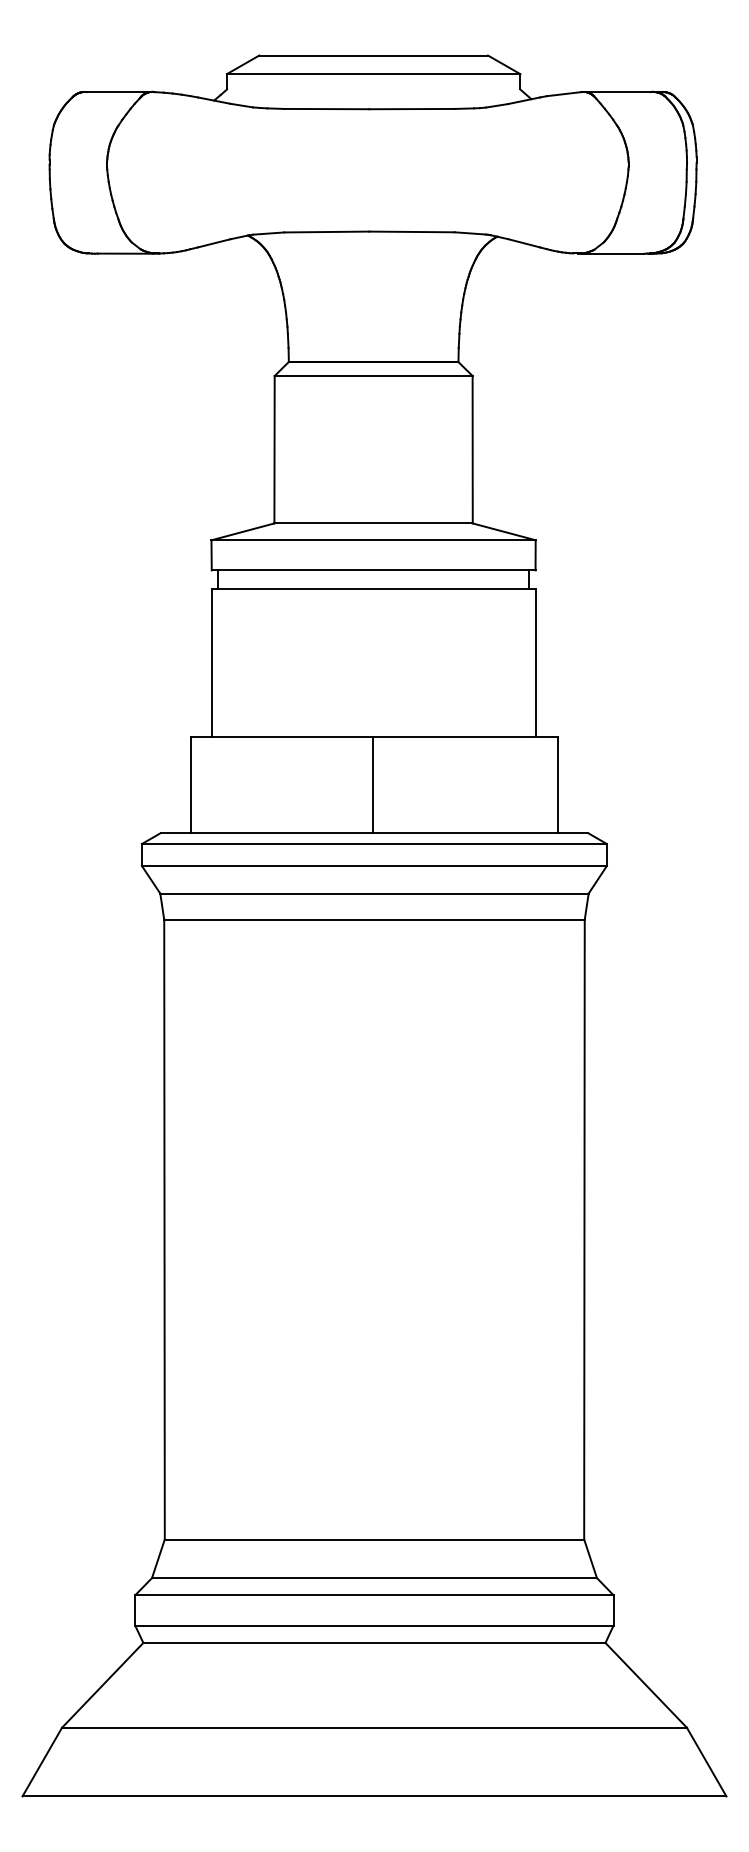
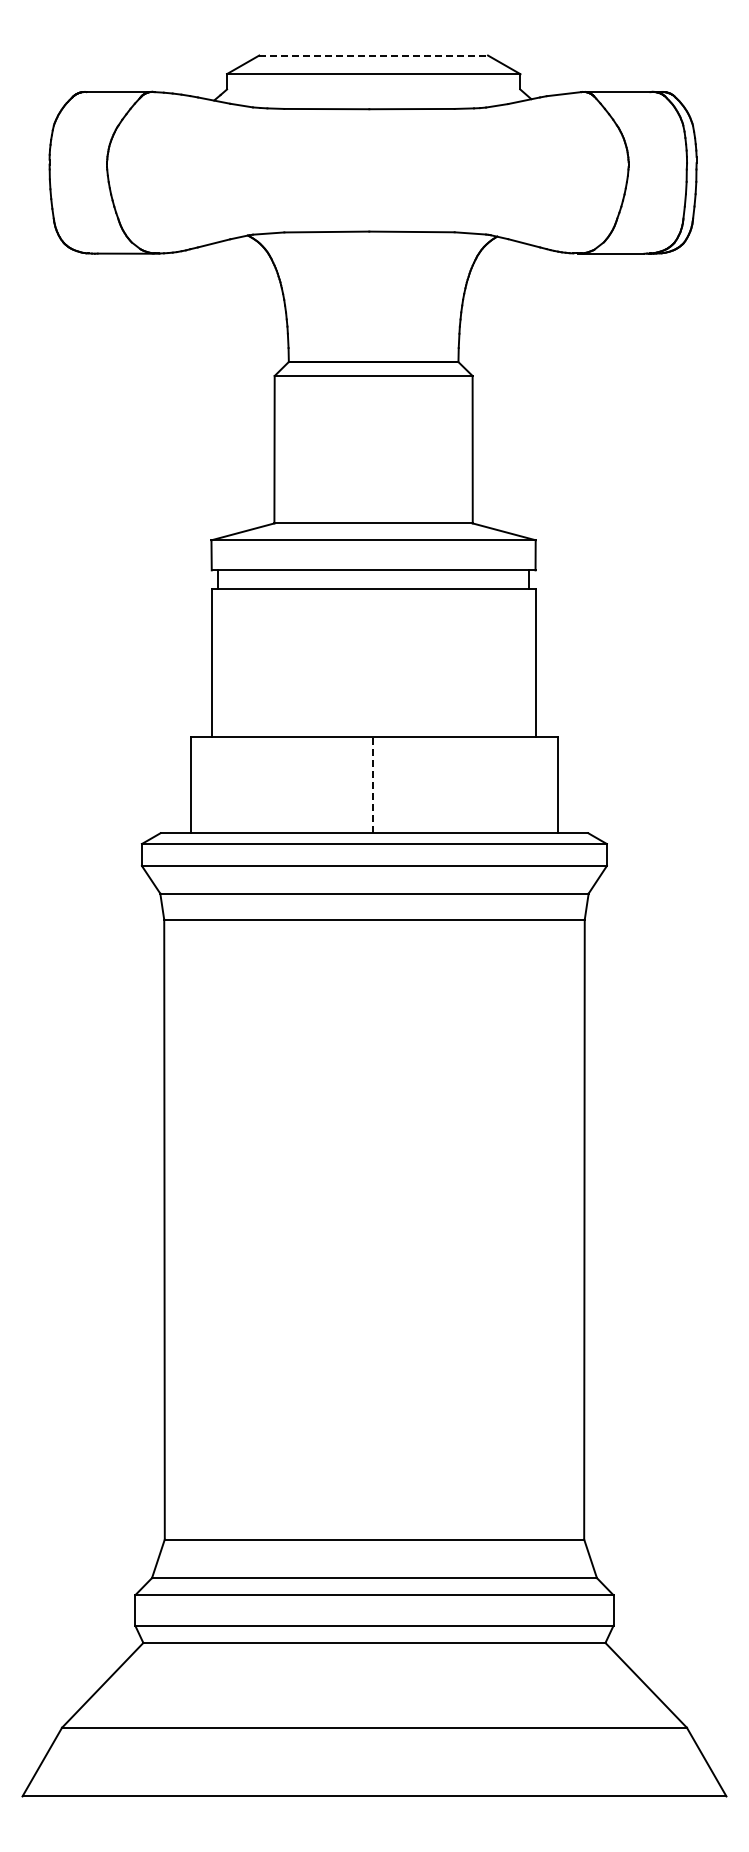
line at (374, 55): solid -> dashed
line at (372, 784): solid -> dashed
